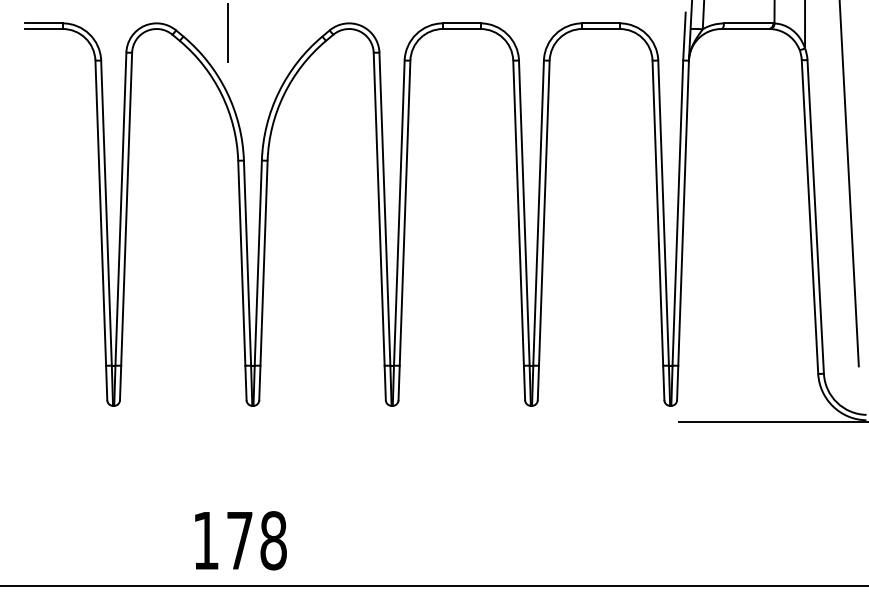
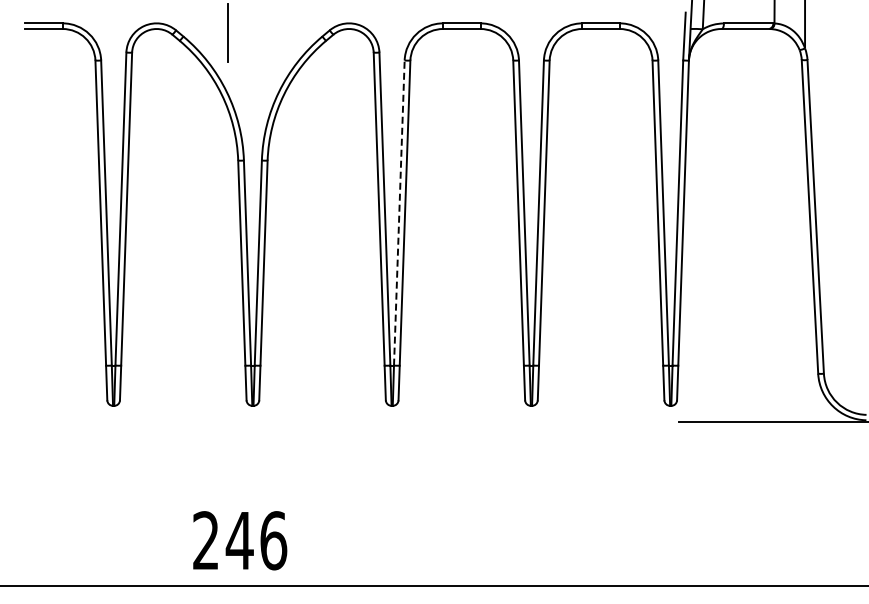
line at (848, 184): present -> none
line at (399, 213): solid -> dashed
text at (240, 540): 178 -> 246
